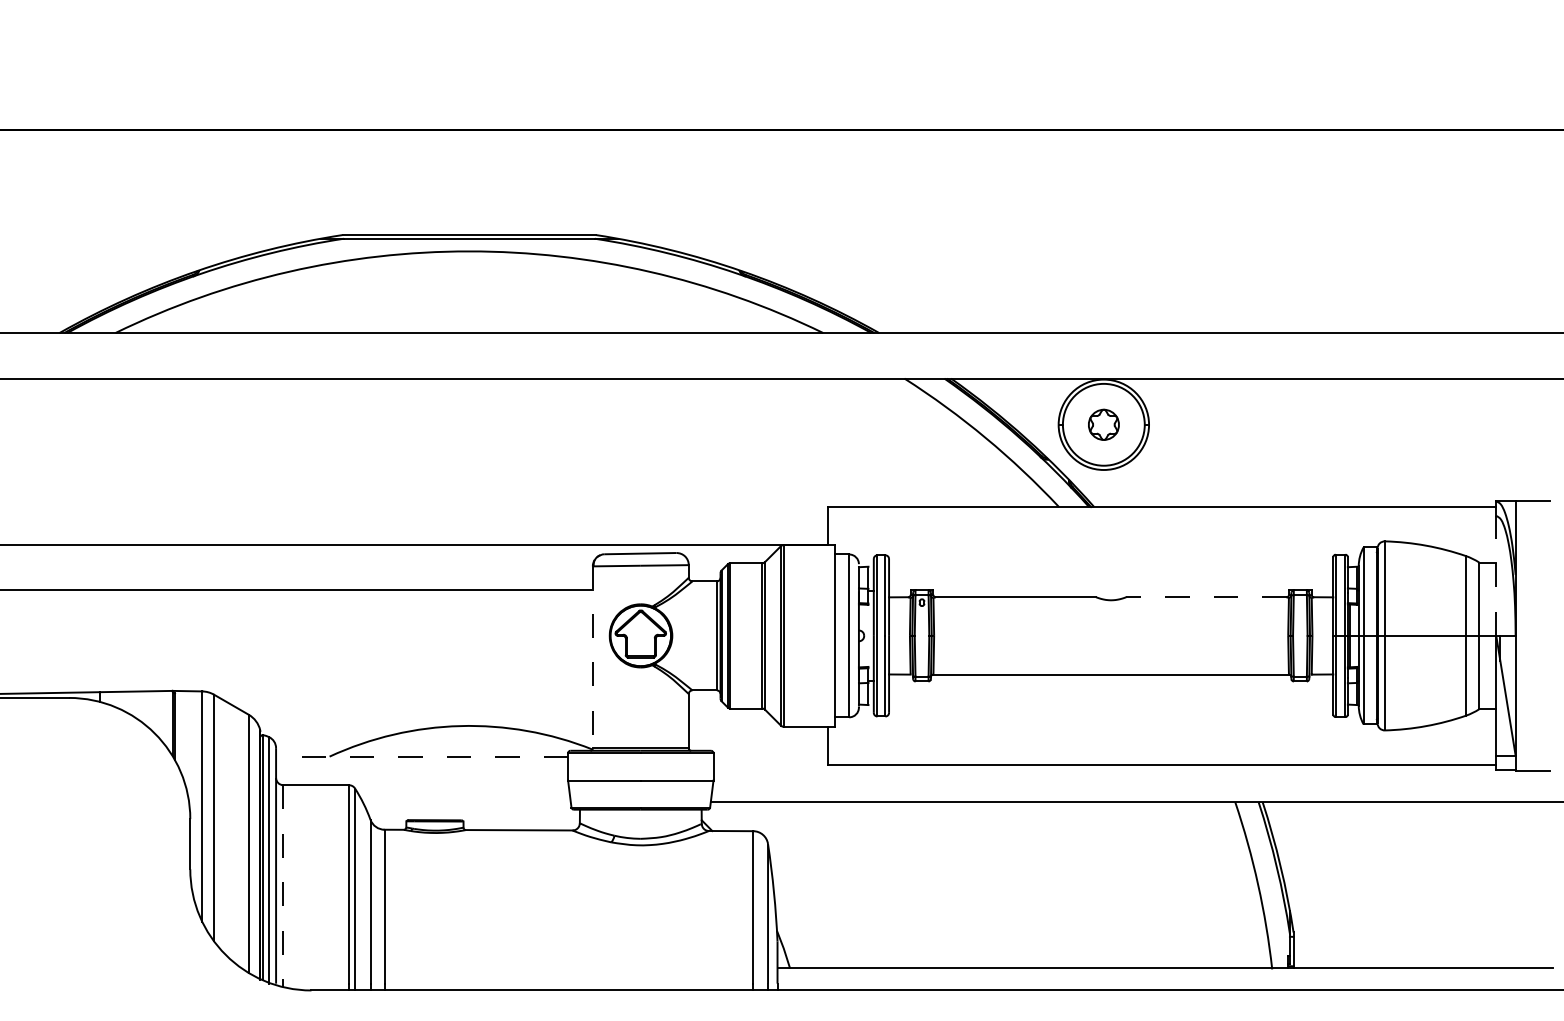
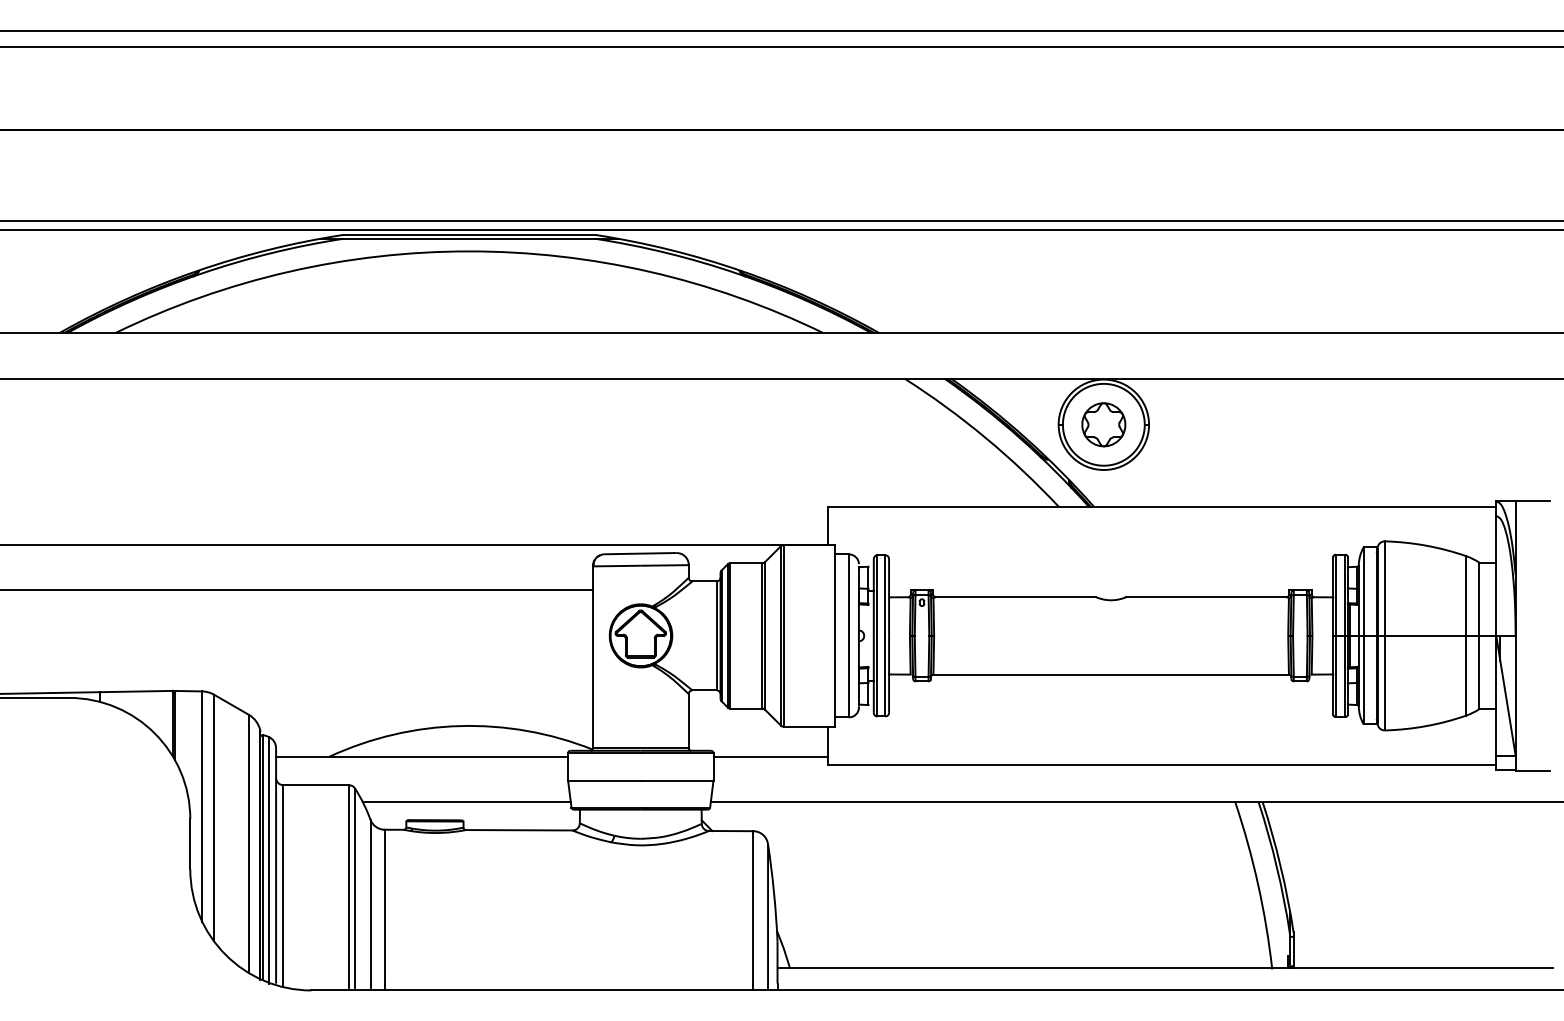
line at (781, 30): none -> present
line at (781, 47): none -> present
line at (781, 221): none -> present
line at (781, 230): none -> present
part at (1103, 424) size: 32x33 px -> 46x46 px
line at (1496, 575): dashed -> solid
line at (1205, 597): dashed -> solid
line at (592, 656): dashed -> solid
line at (421, 756): dashed -> solid
line at (770, 756): none -> present
line at (466, 802): none -> present
line at (283, 886): dashed -> solid
